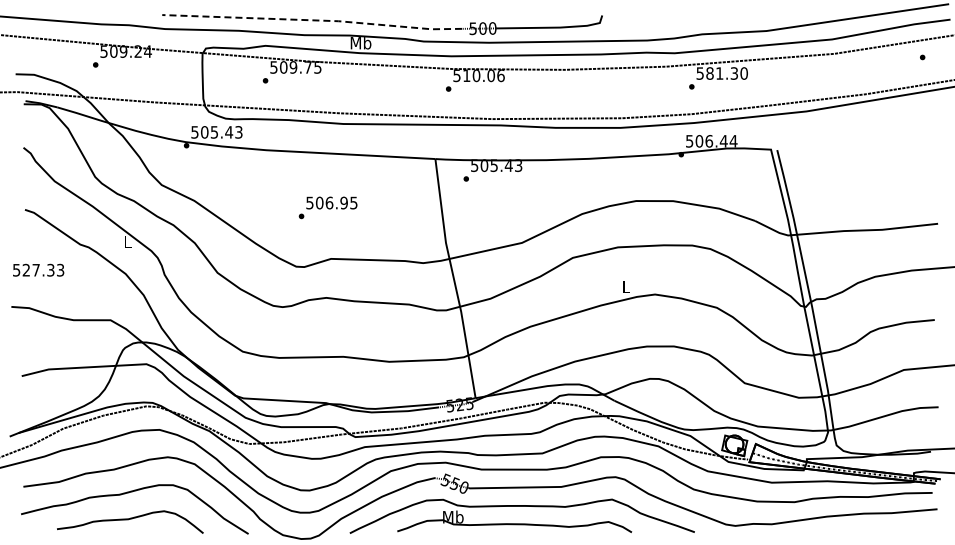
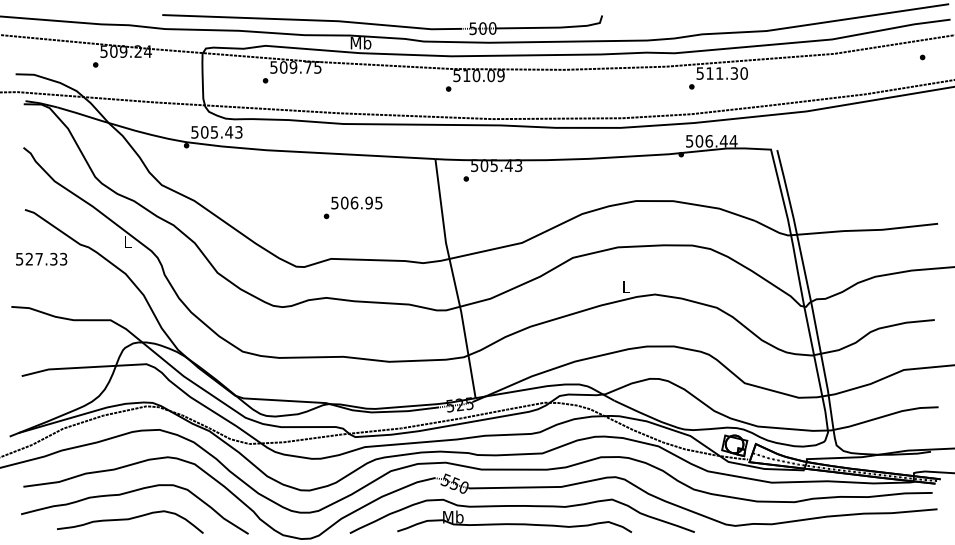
line at (313, 20): dashed -> solid
text at (709, 73): 581.30 -> 511.30
text at (500, 76): 510.06 -> 510.09
text at (327, 207) position: (327, 207) -> (352, 207)
text at (38, 269) position: (38, 269) -> (41, 258)
